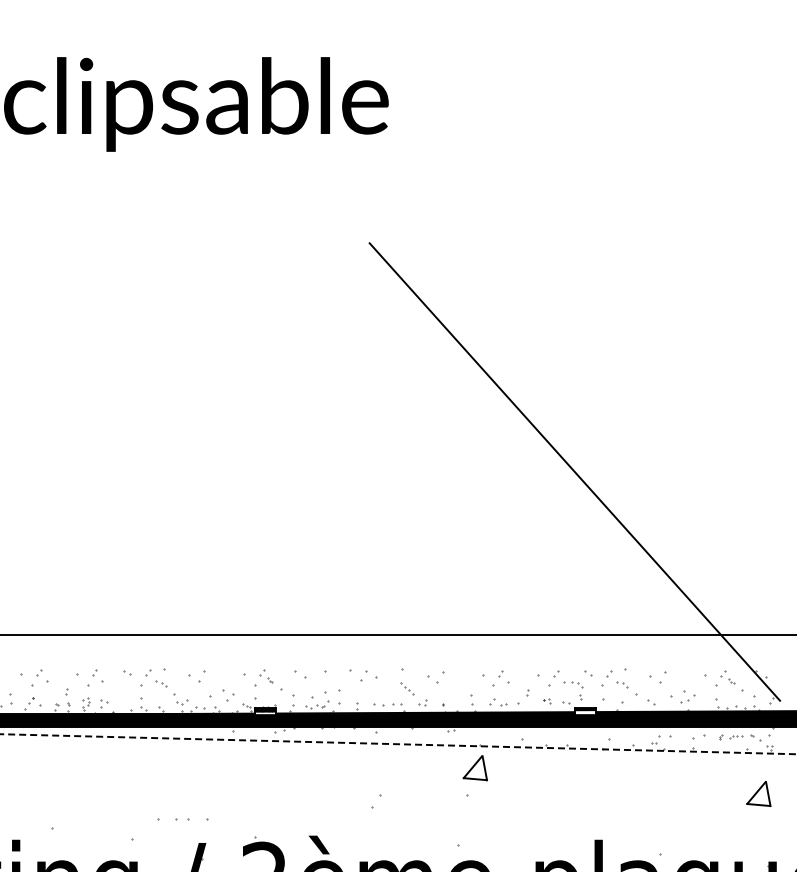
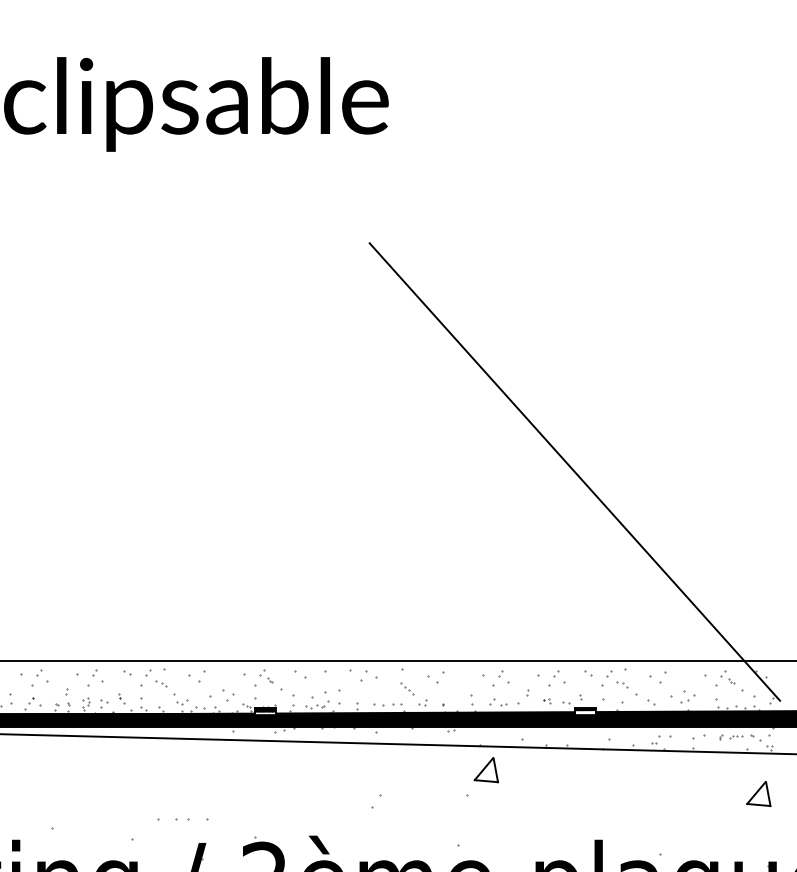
line at (397, 634) position: (397, 634) -> (397, 660)
part at (577, 684): present -> none
part at (121, 698): none -> present
line at (398, 744): dashed -> solid
part at (474, 768) position: (474, 768) -> (485, 770)
